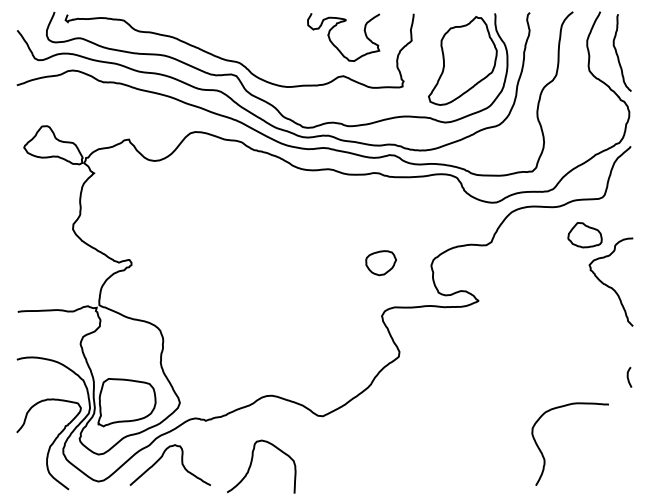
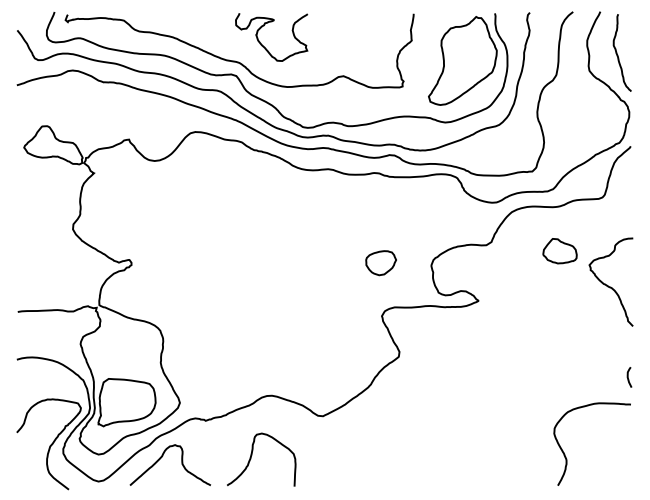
curve at (335, 45) position: (335, 45) -> (263, 45)
part at (584, 235) position: (584, 235) -> (559, 251)
curve at (544, 456) position: (544, 456) -> (566, 456)
curve at (252, 462) position: (252, 462) -> (252, 455)
